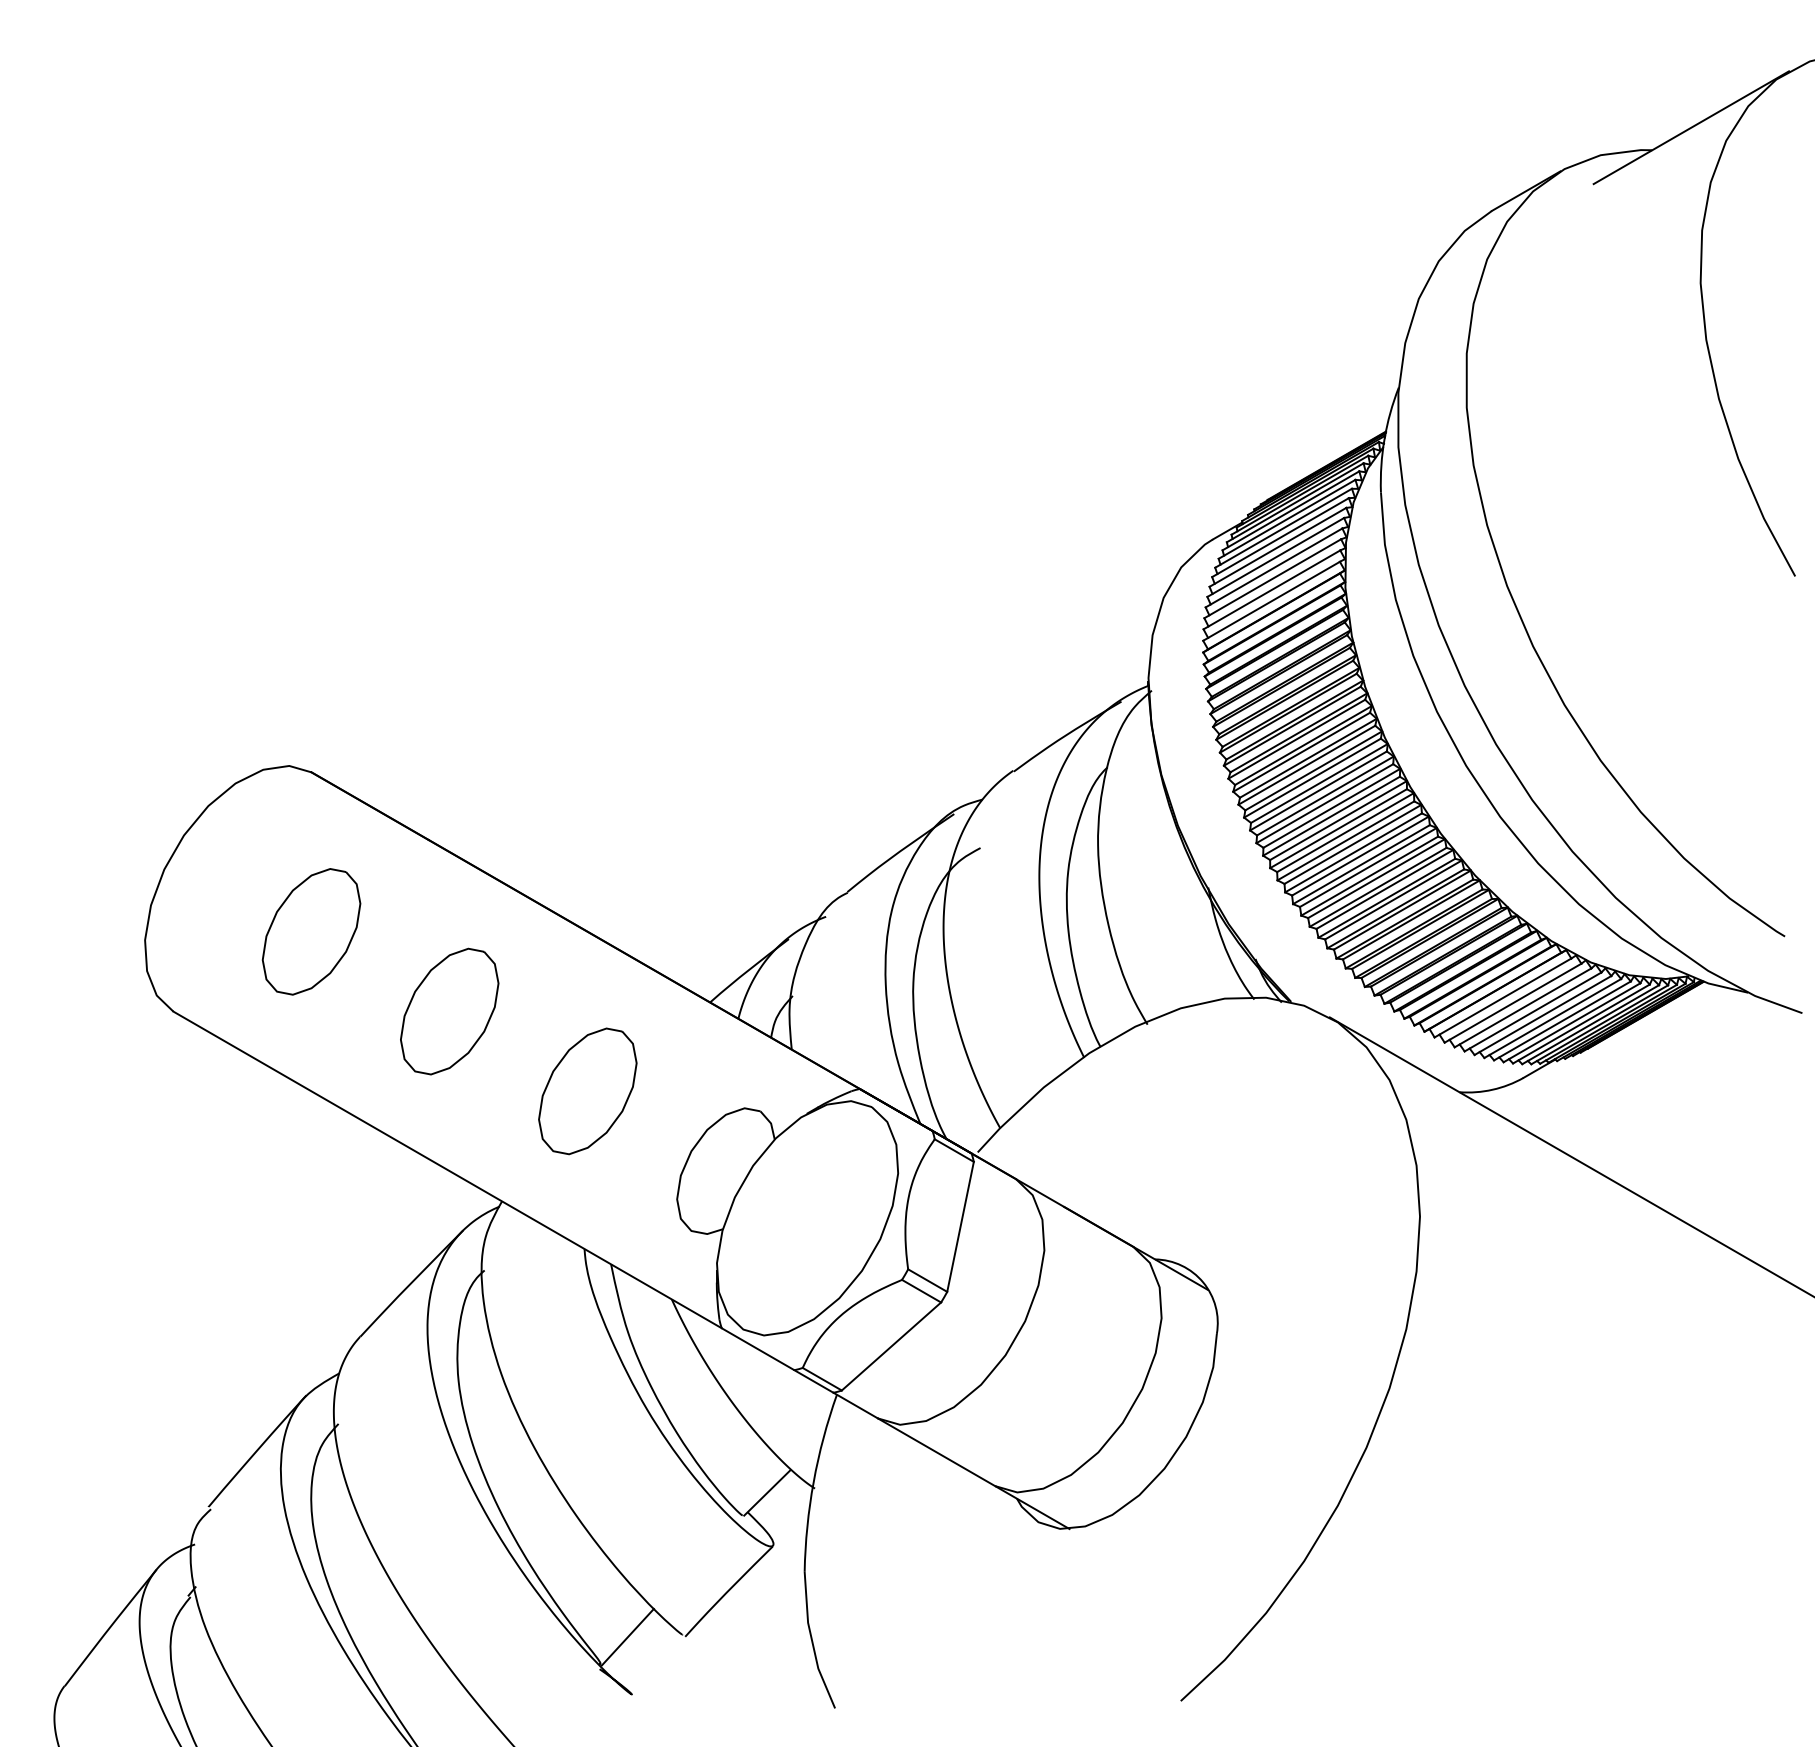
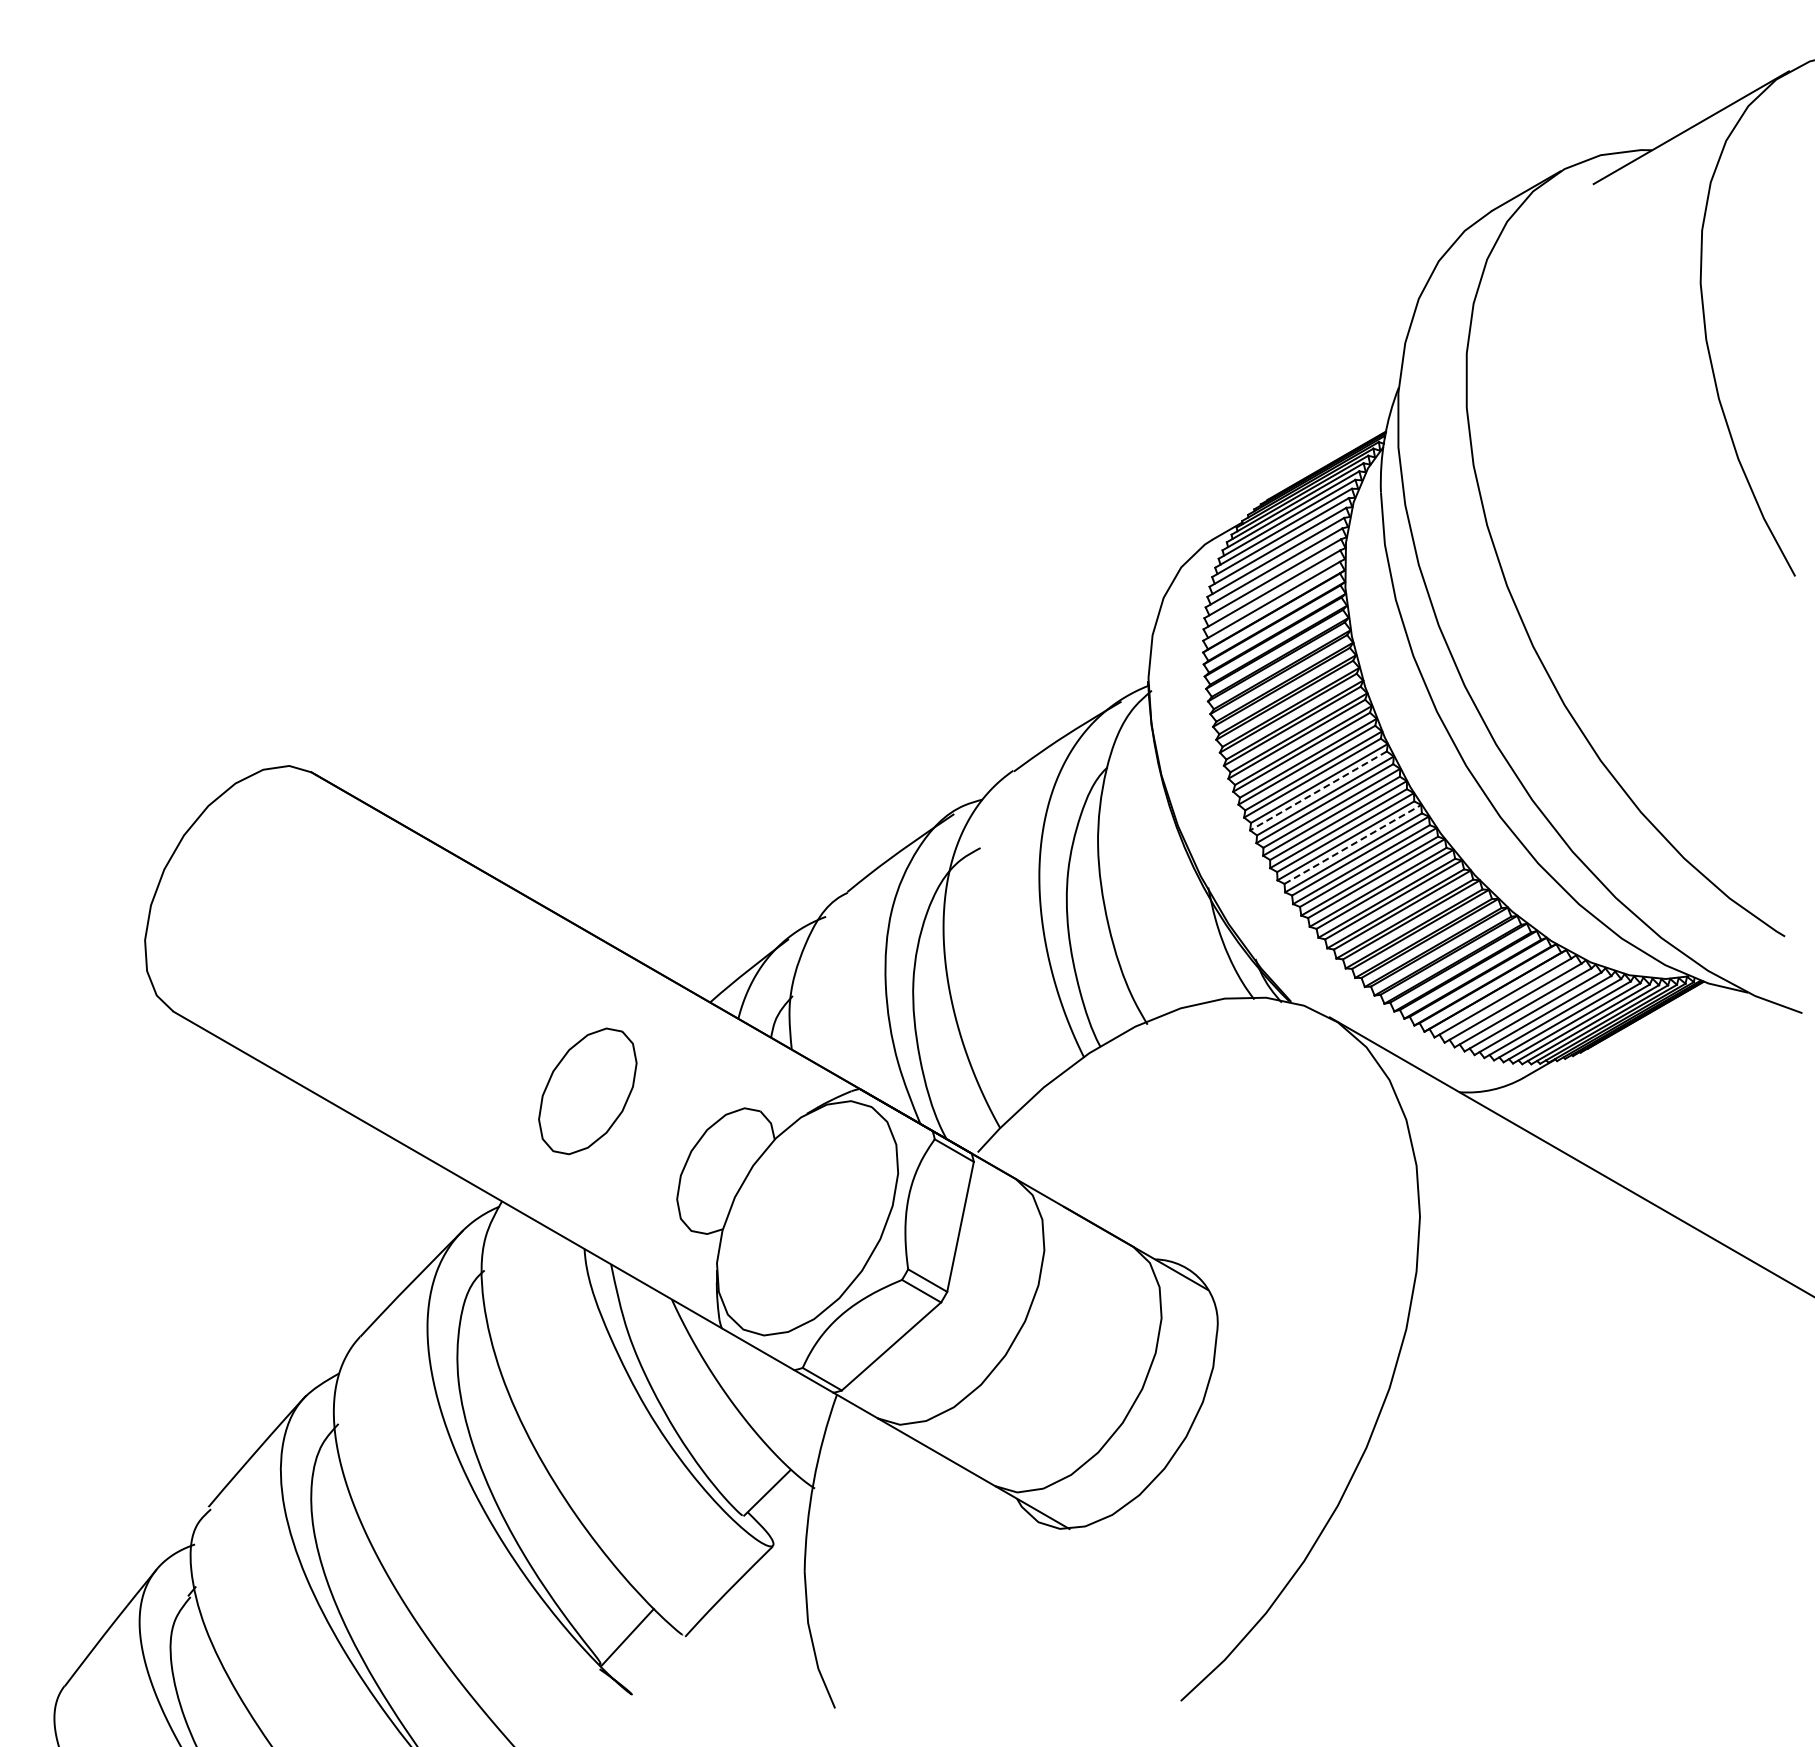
line at (1318, 790): solid -> dashed
line at (1352, 844): solid -> dashed
part at (311, 931): present -> none
part at (449, 1011): present -> none
